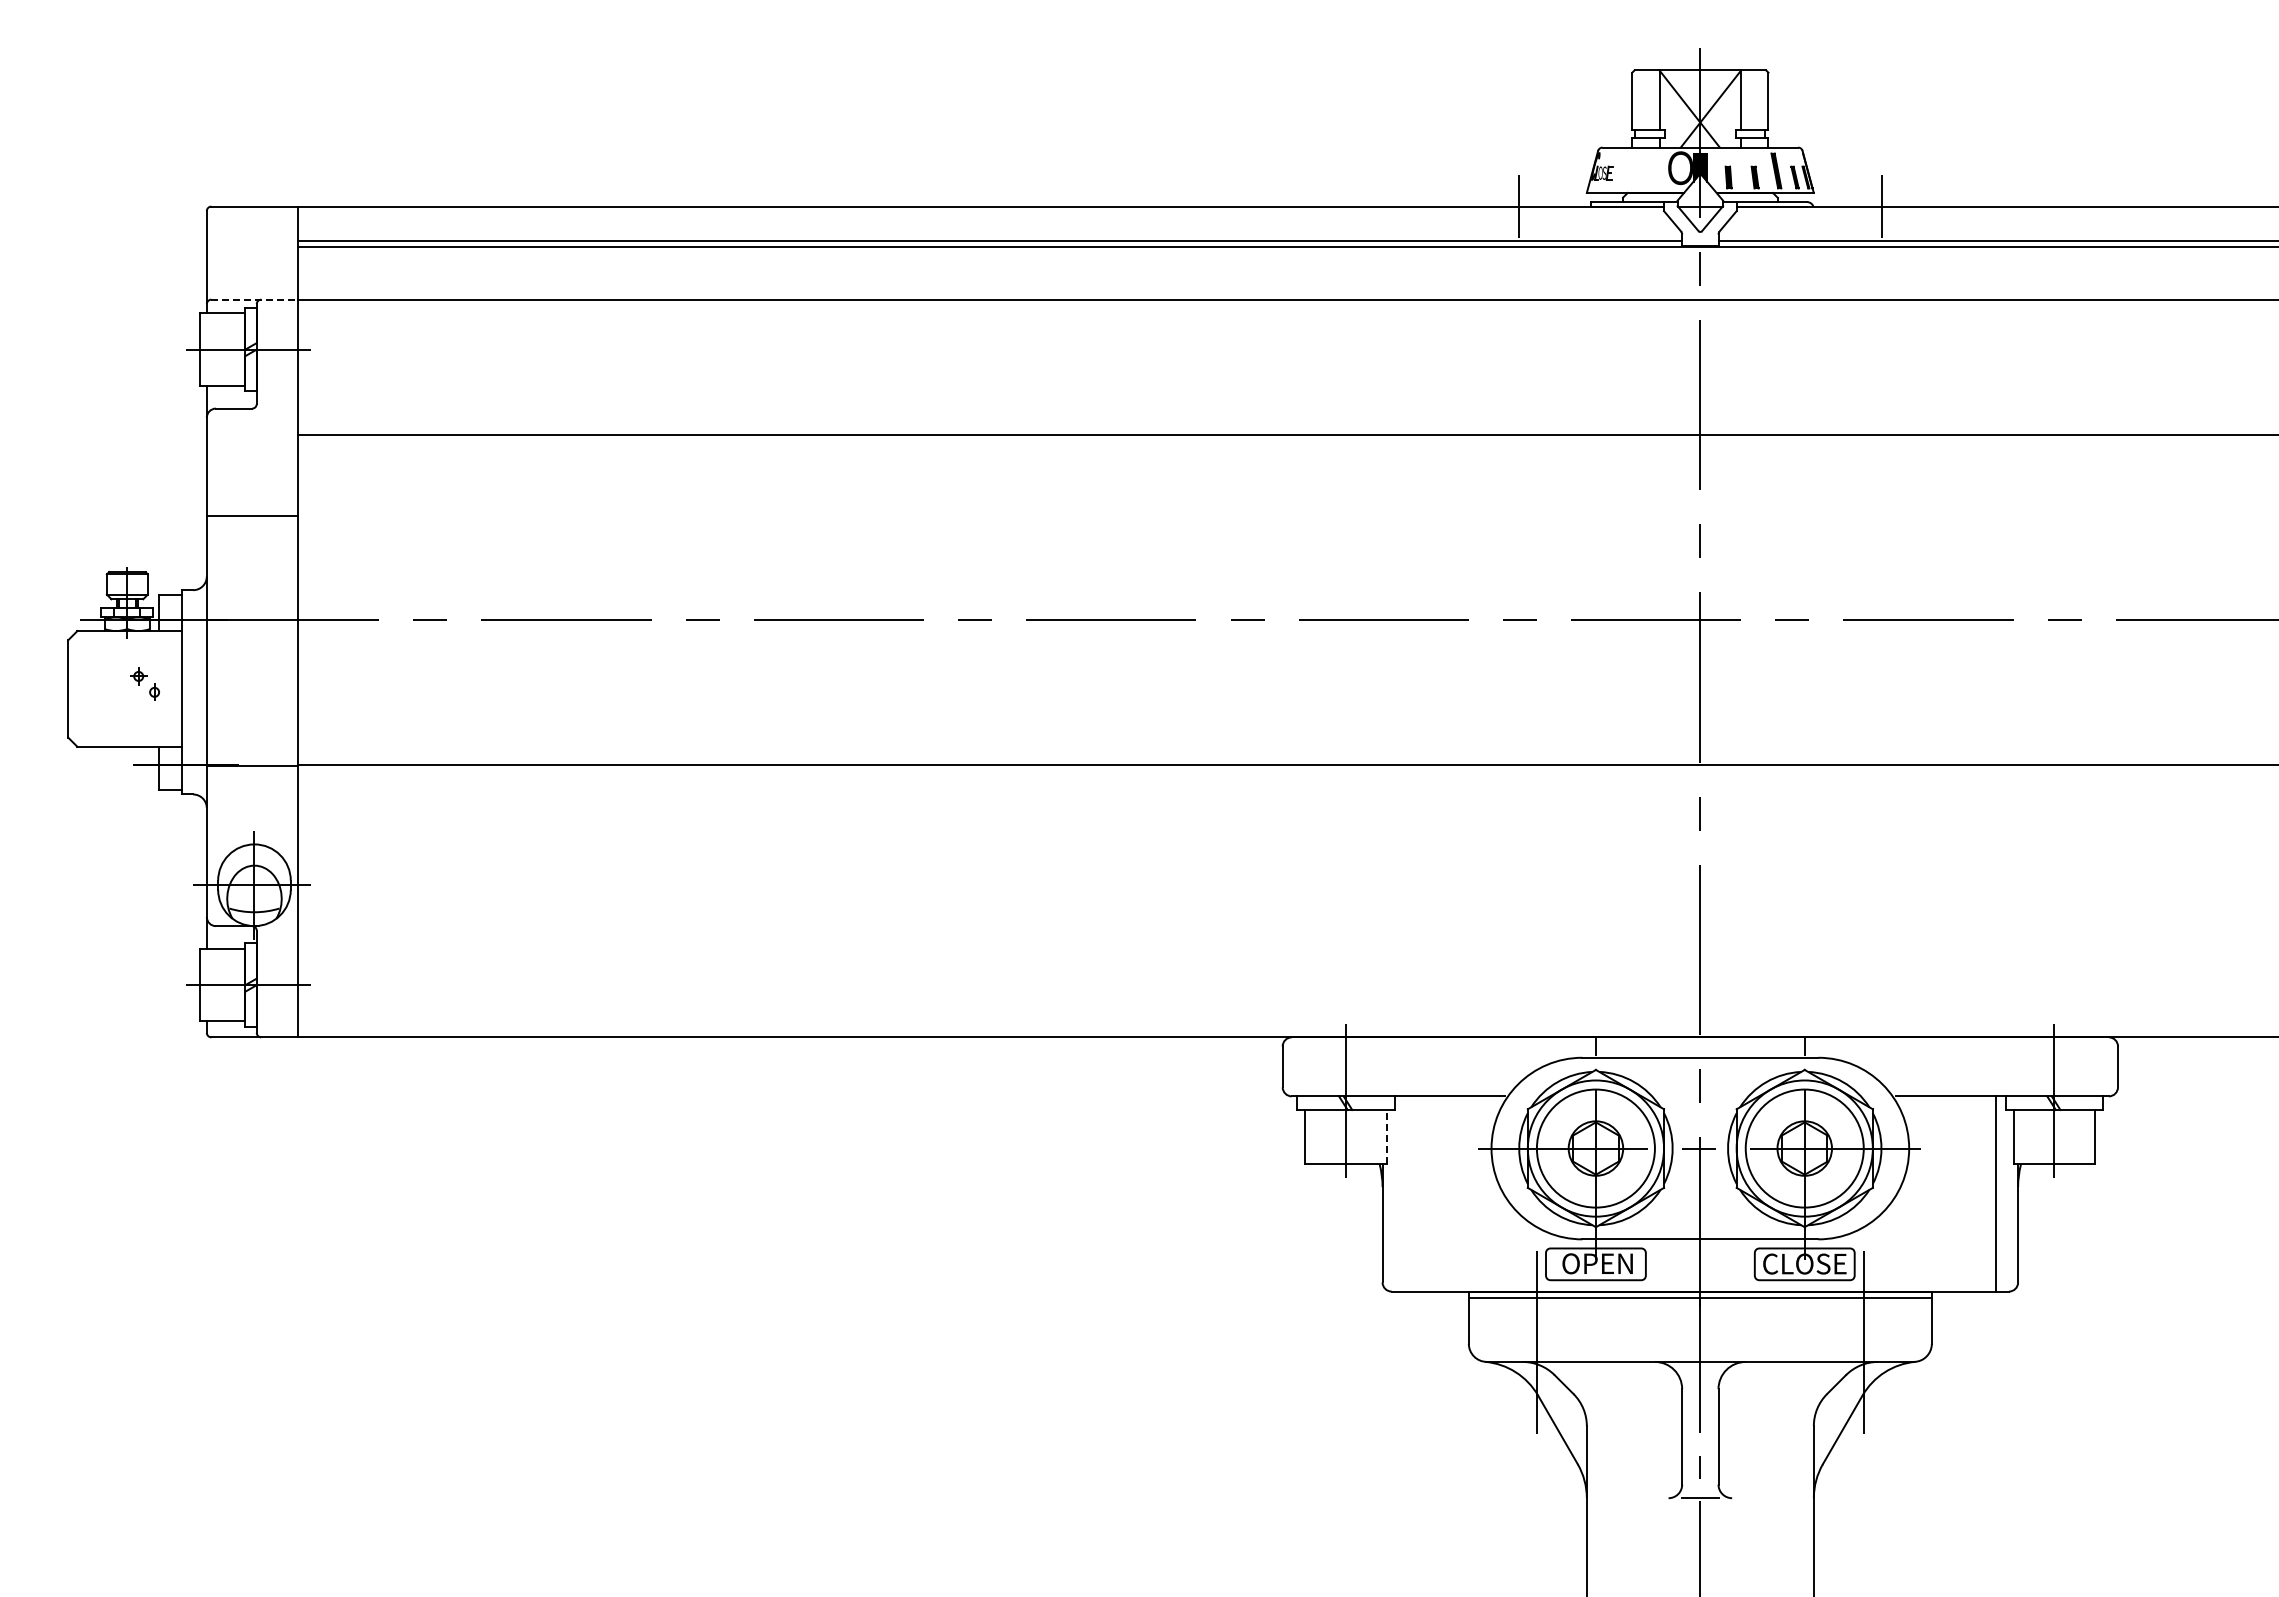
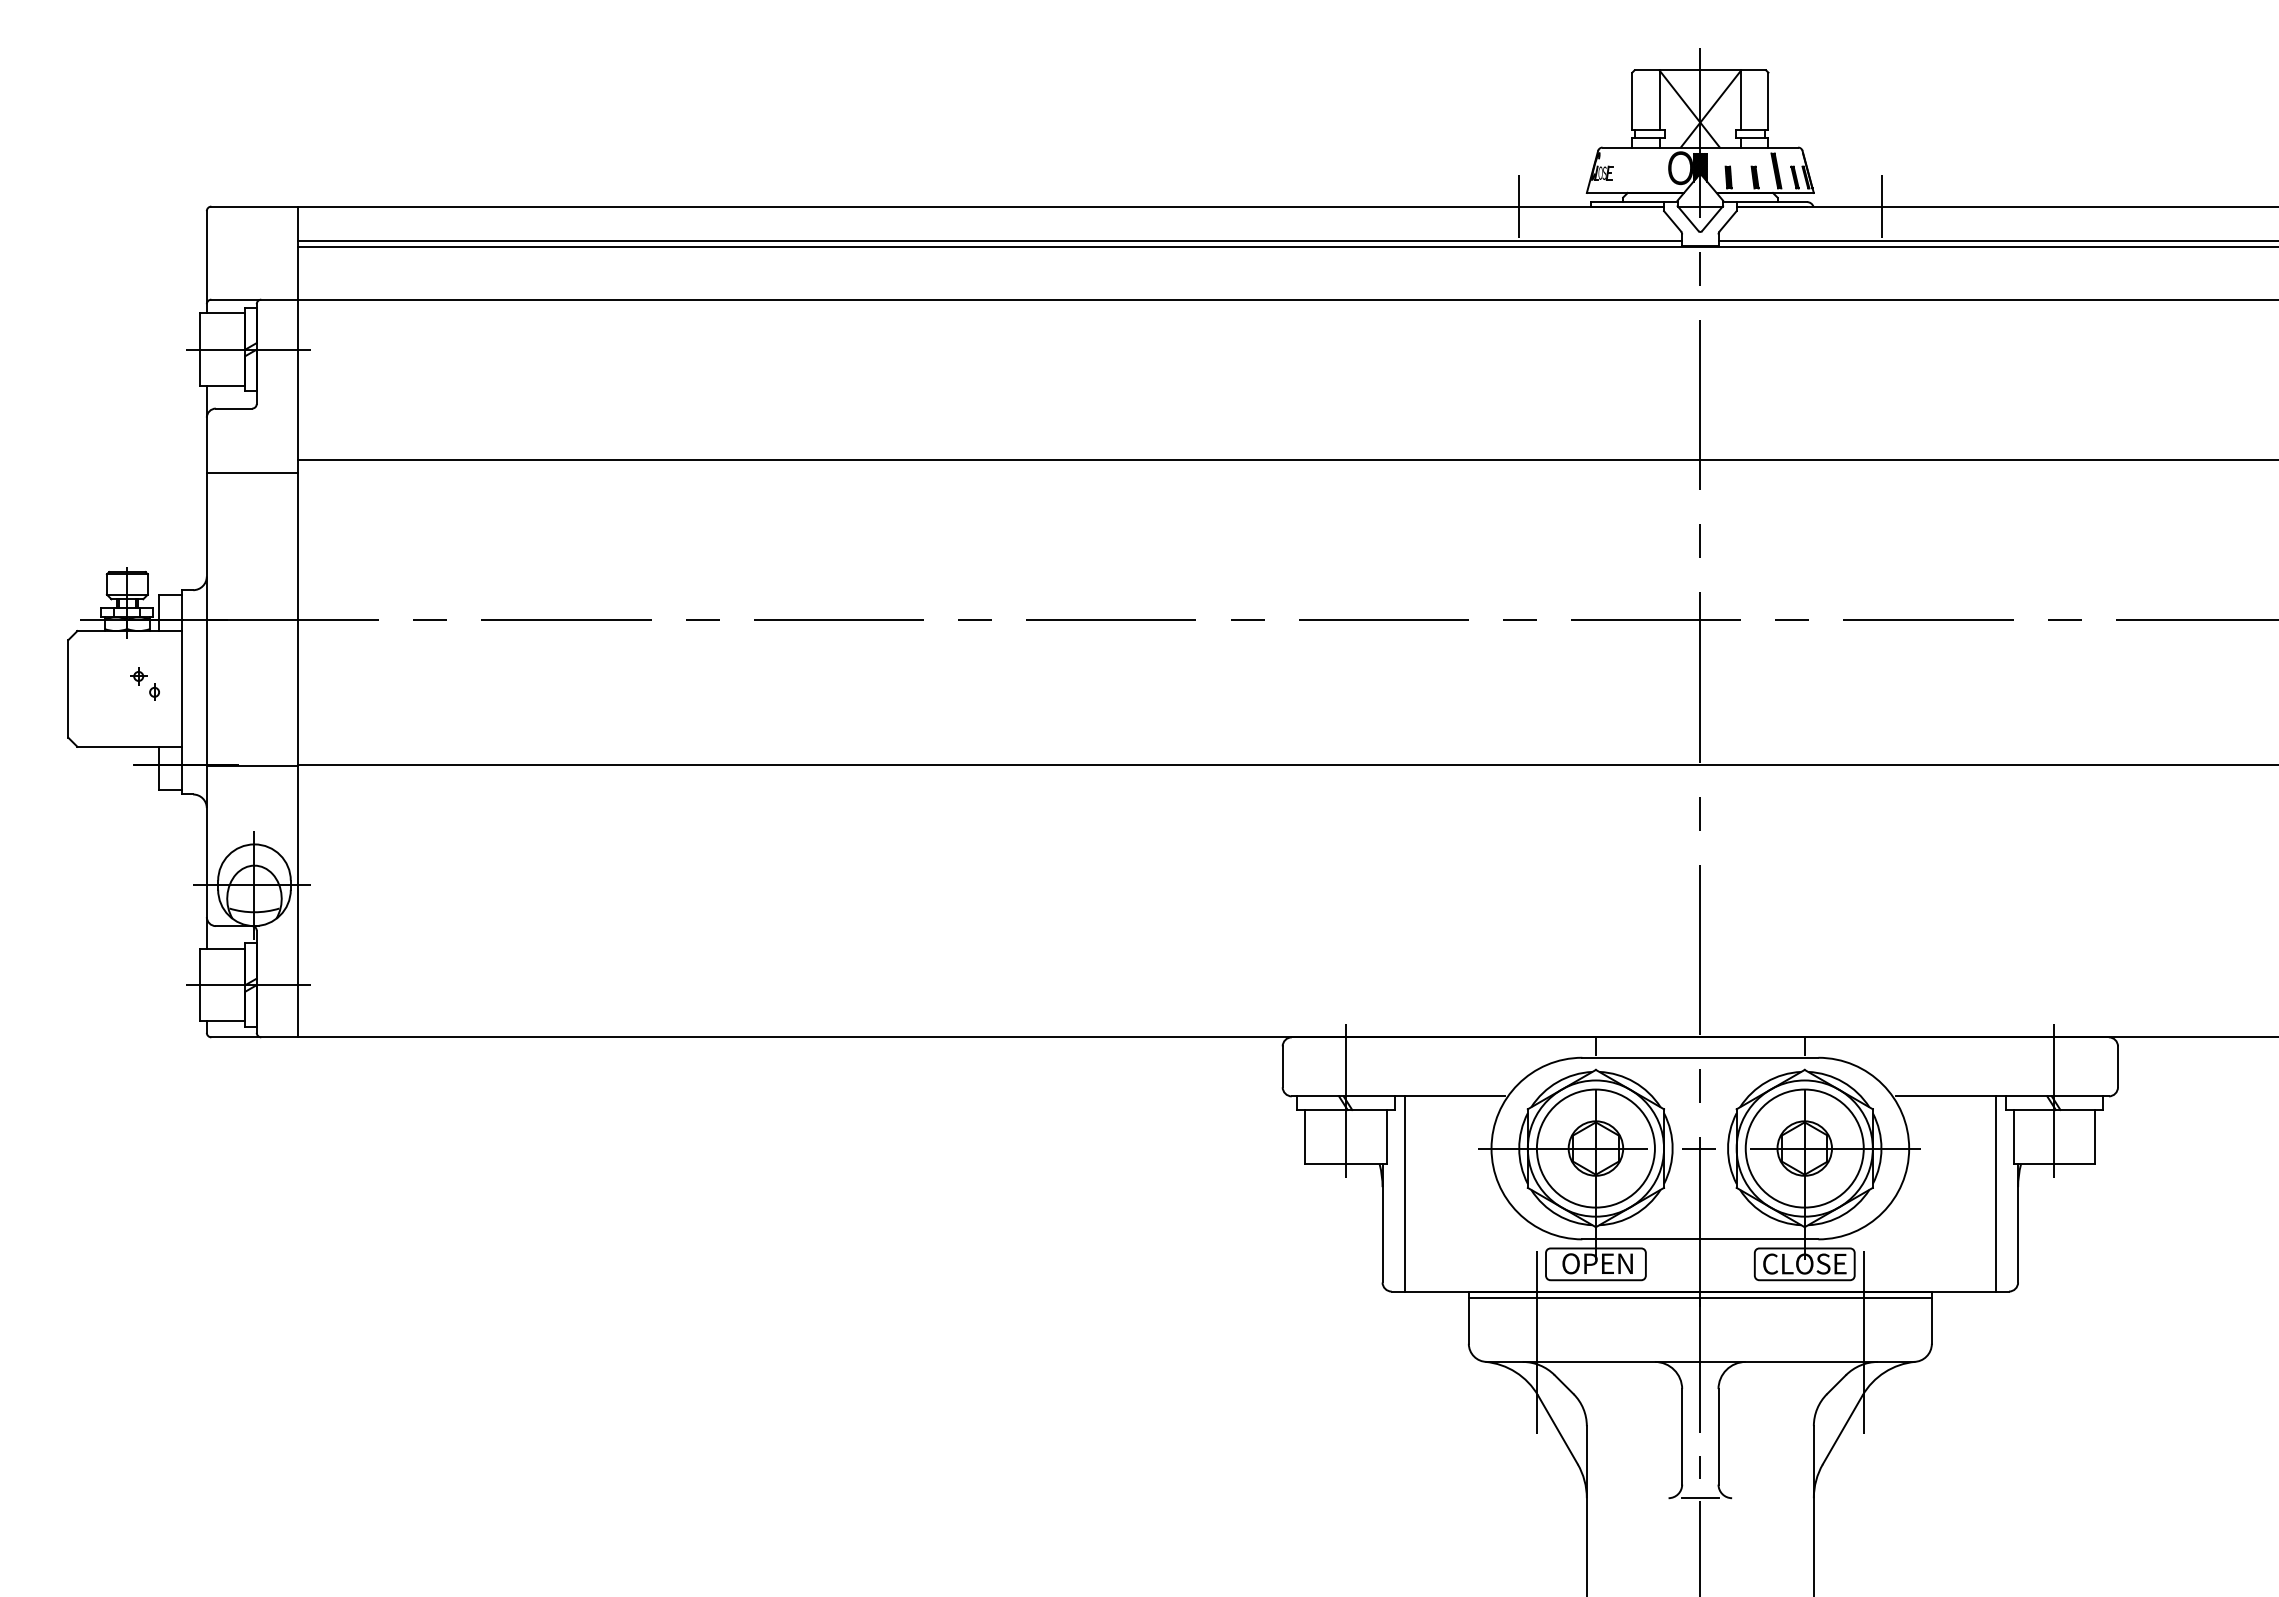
line at (254, 299): dashed -> solid
line at (1286, 435) position: (1286, 435) -> (1286, 460)
line at (251, 516) position: (251, 516) -> (251, 473)
line at (1387, 1136): dashed -> solid
line at (1404, 1193): none -> present
